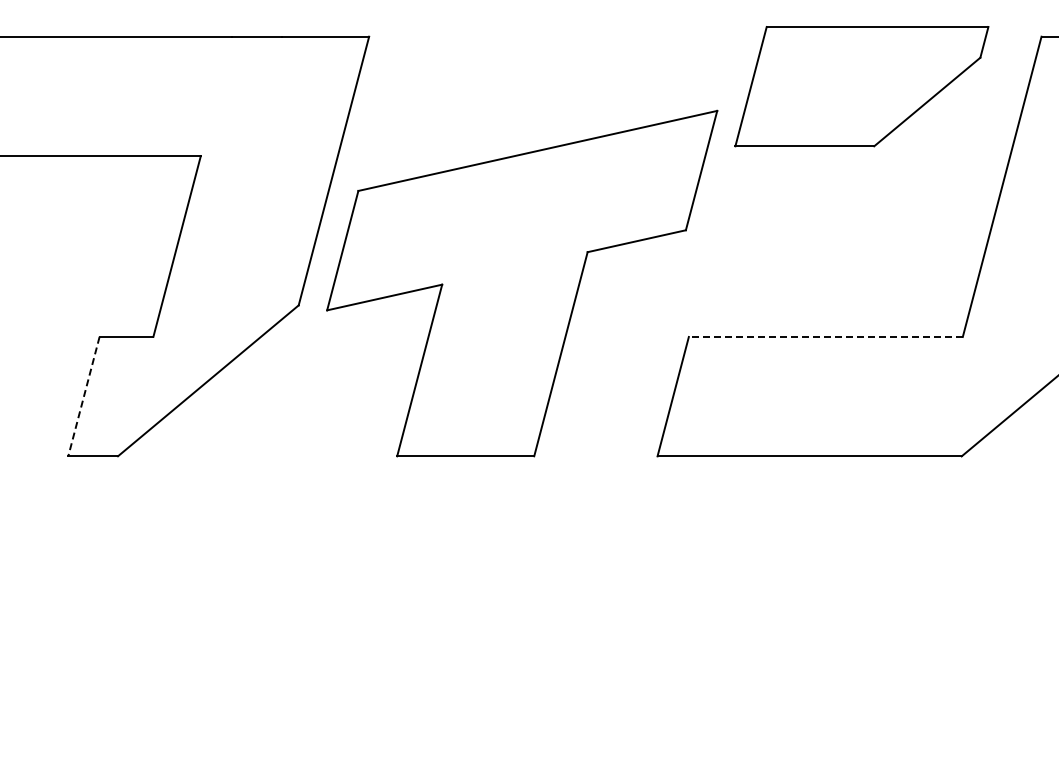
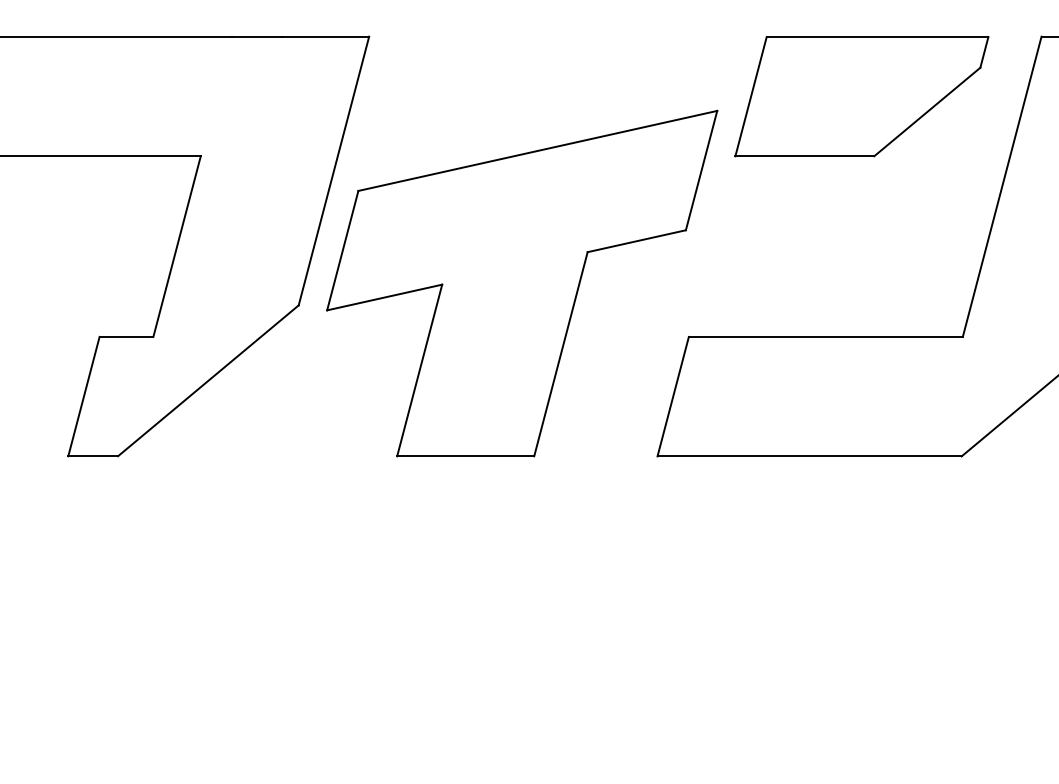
part at (861, 86) position: (861, 86) -> (861, 96)
line at (825, 336): dashed -> solid
line at (83, 396): dashed -> solid
